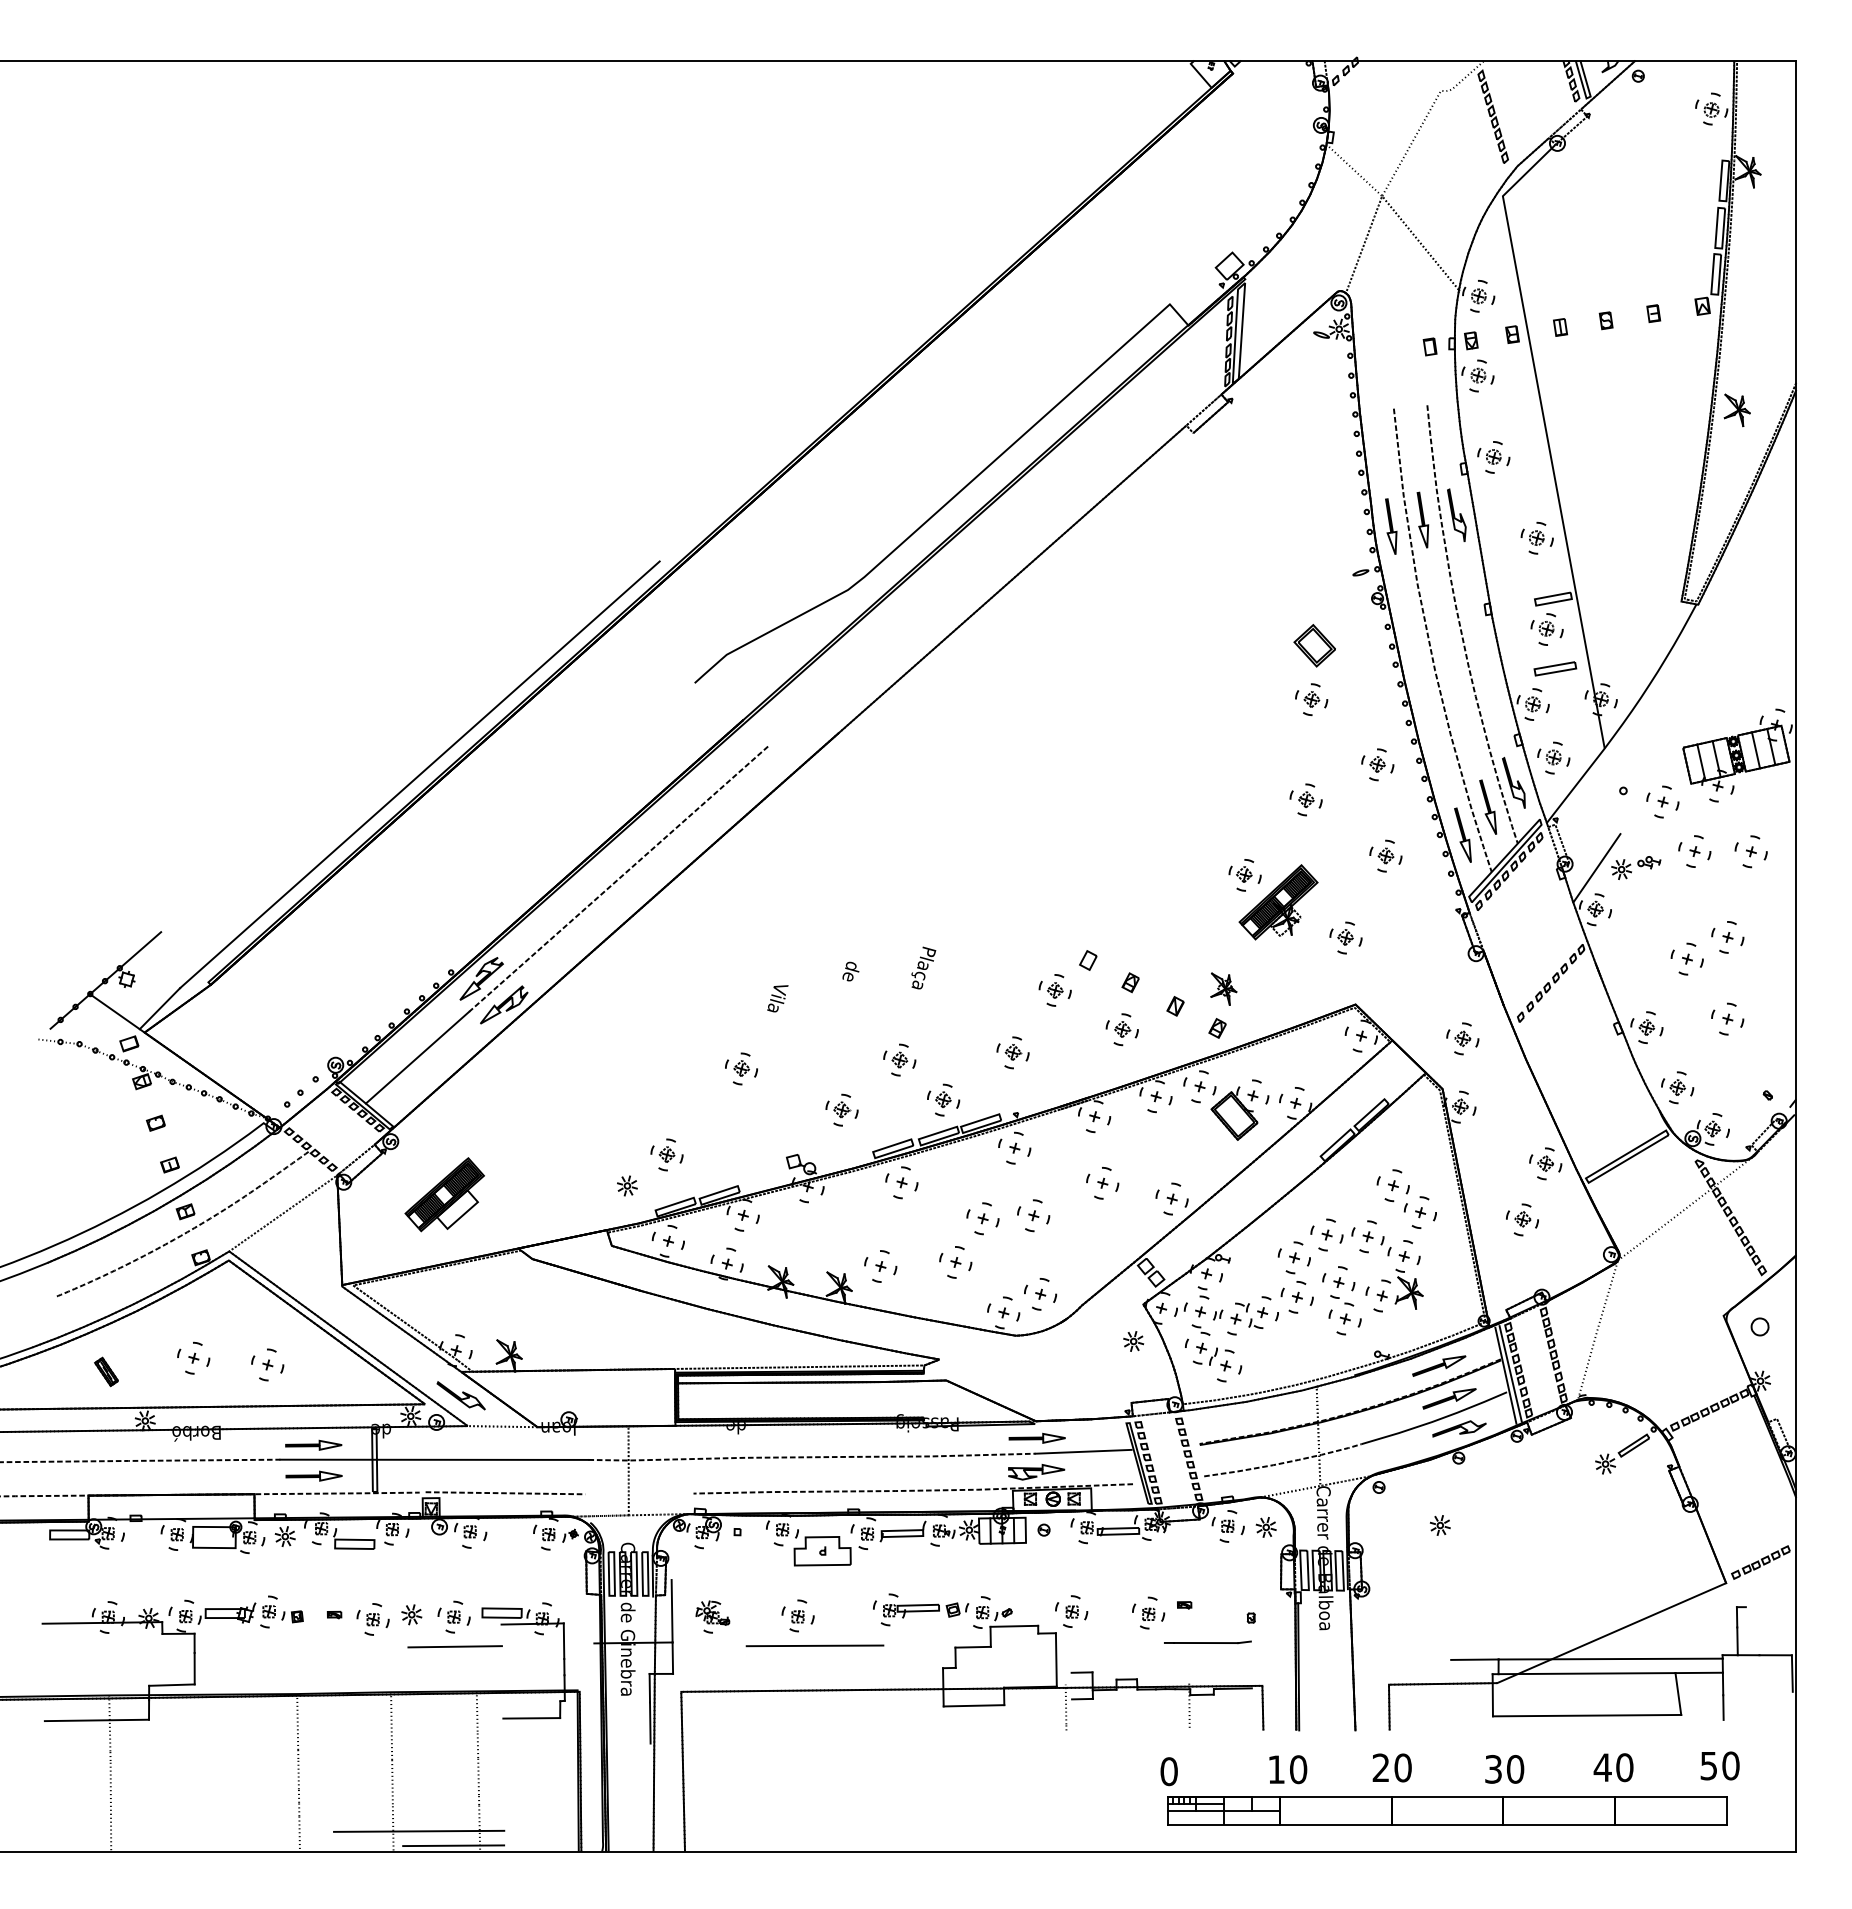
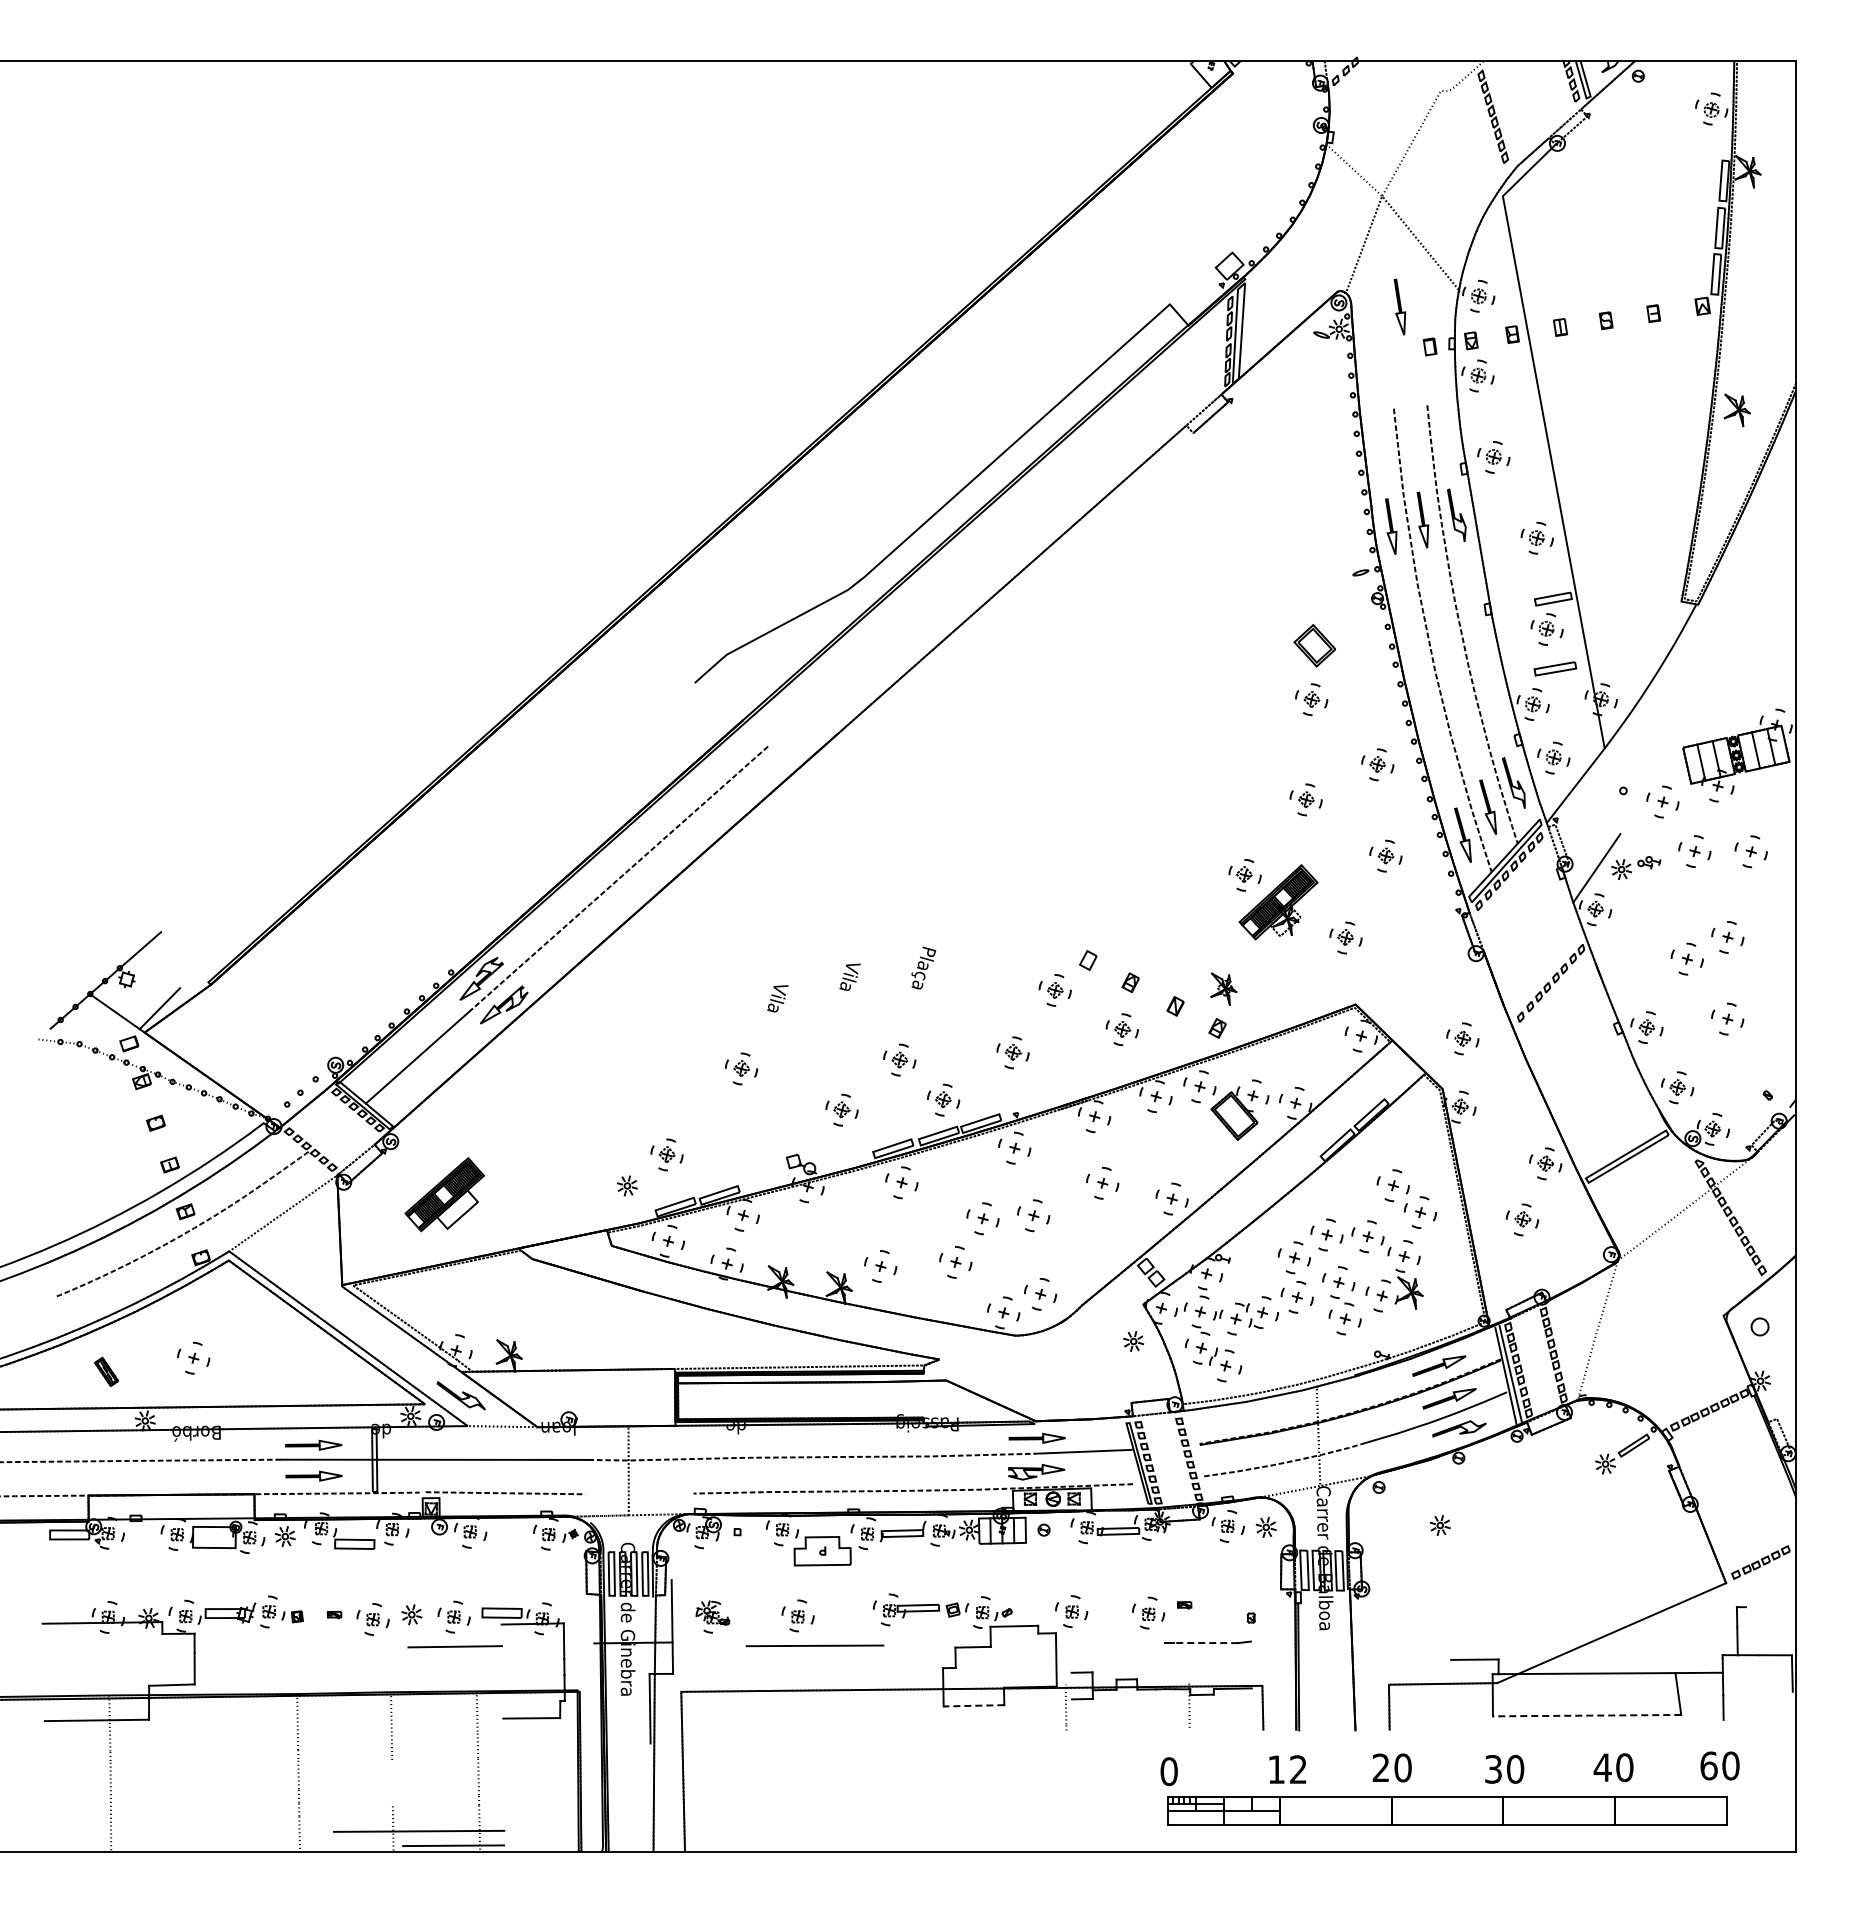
part at (1399, 306): none -> present
line at (419, 774): present -> none
text at (849, 975): de -> Vila
part at (267, 1364): present -> none
line at (1205, 1643): solid -> dashed
line at (1610, 1658): present -> none
line at (973, 1705): solid -> dashed
line at (1586, 1715): solid -> dashed
text at (1708, 1765): 50 -> 60
text at (1298, 1769): 10 -> 12
line at (392, 1783): present -> none
